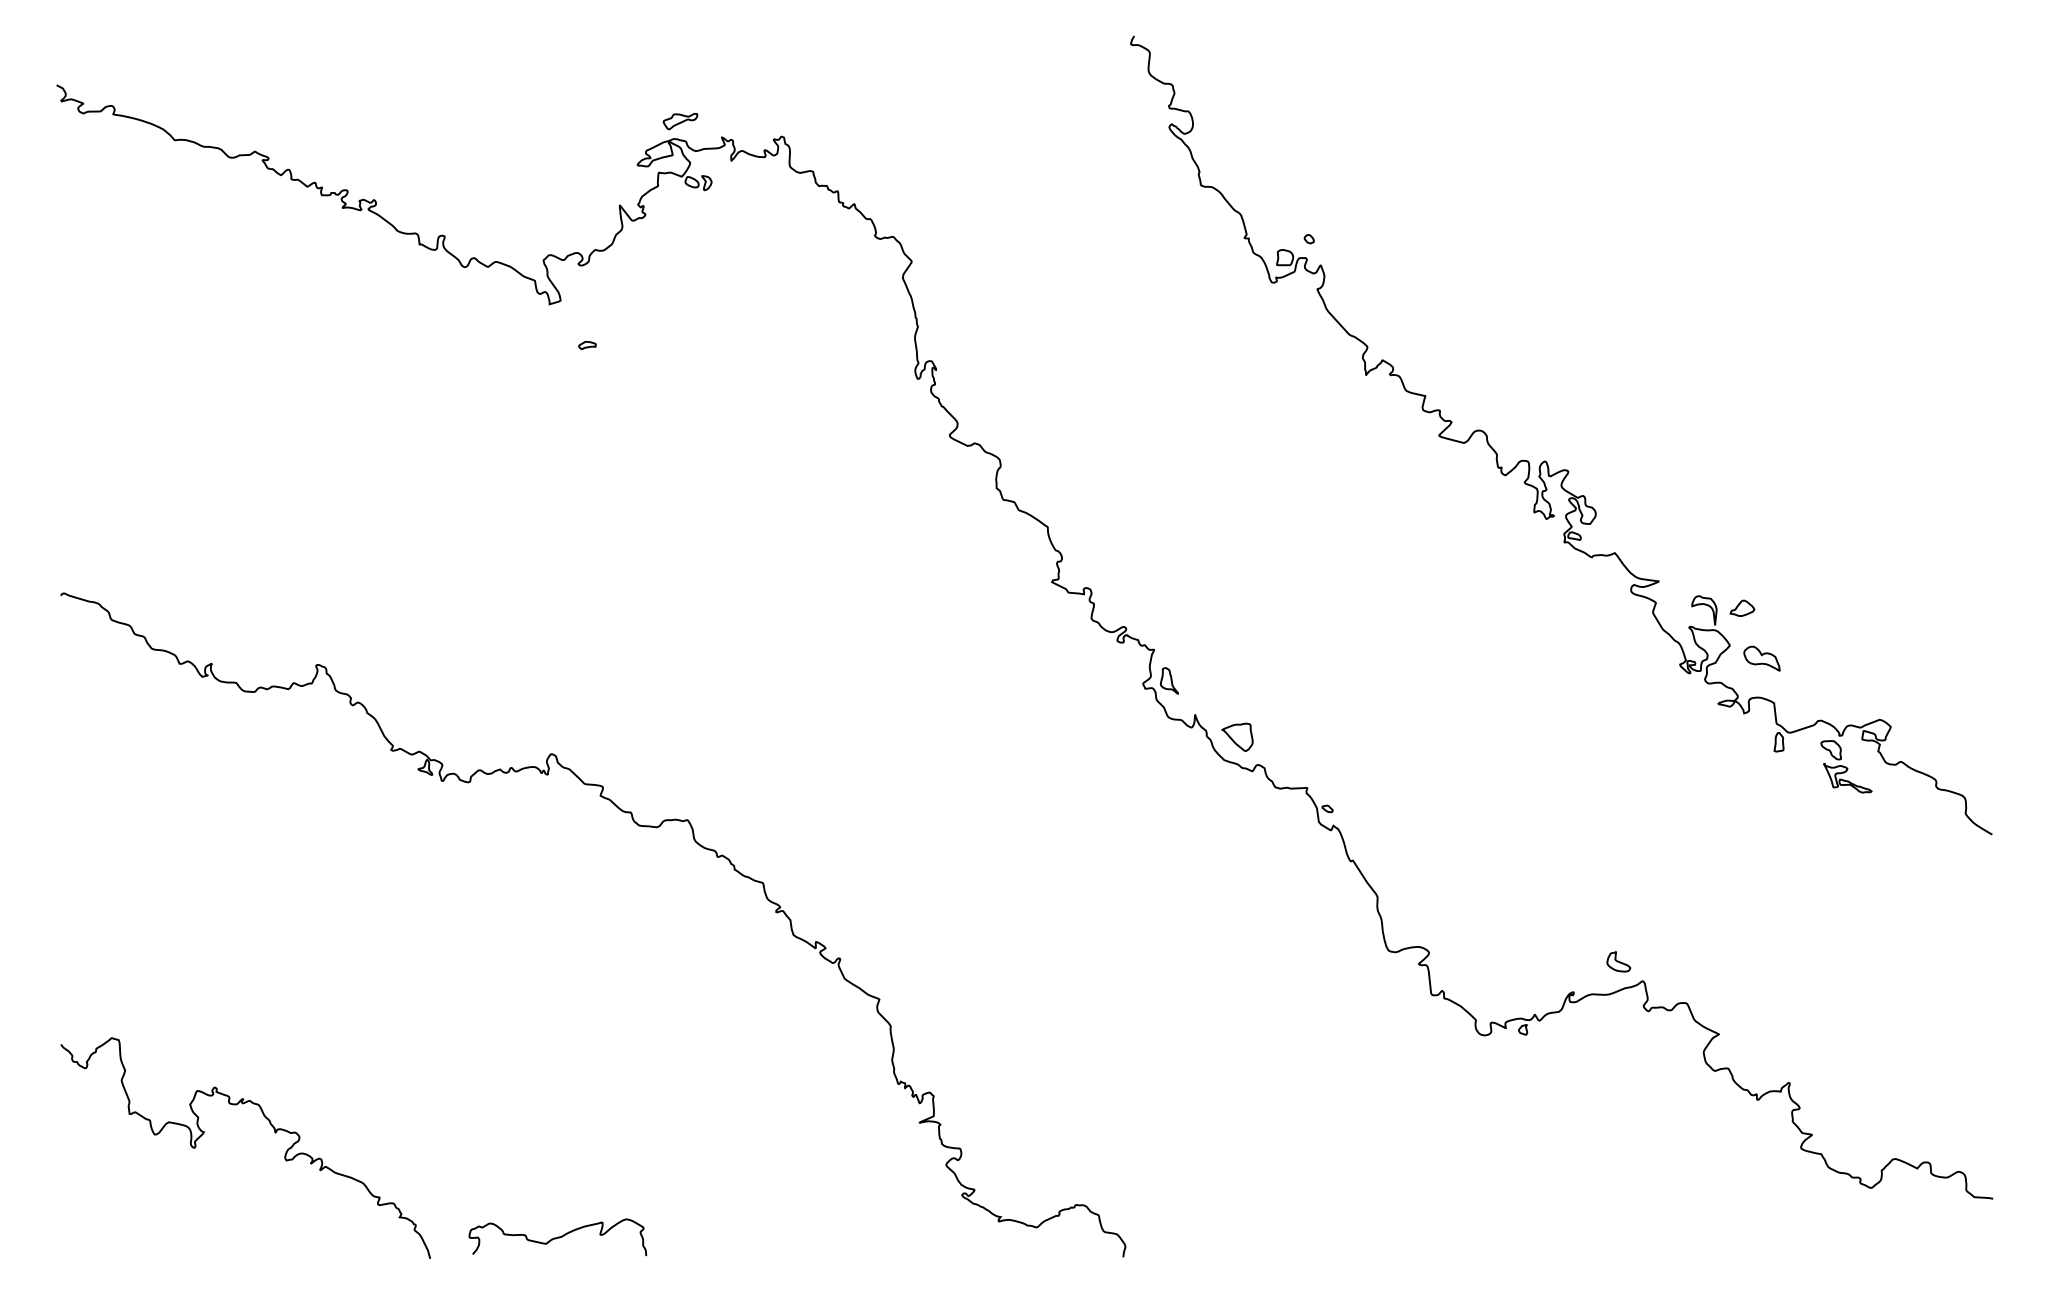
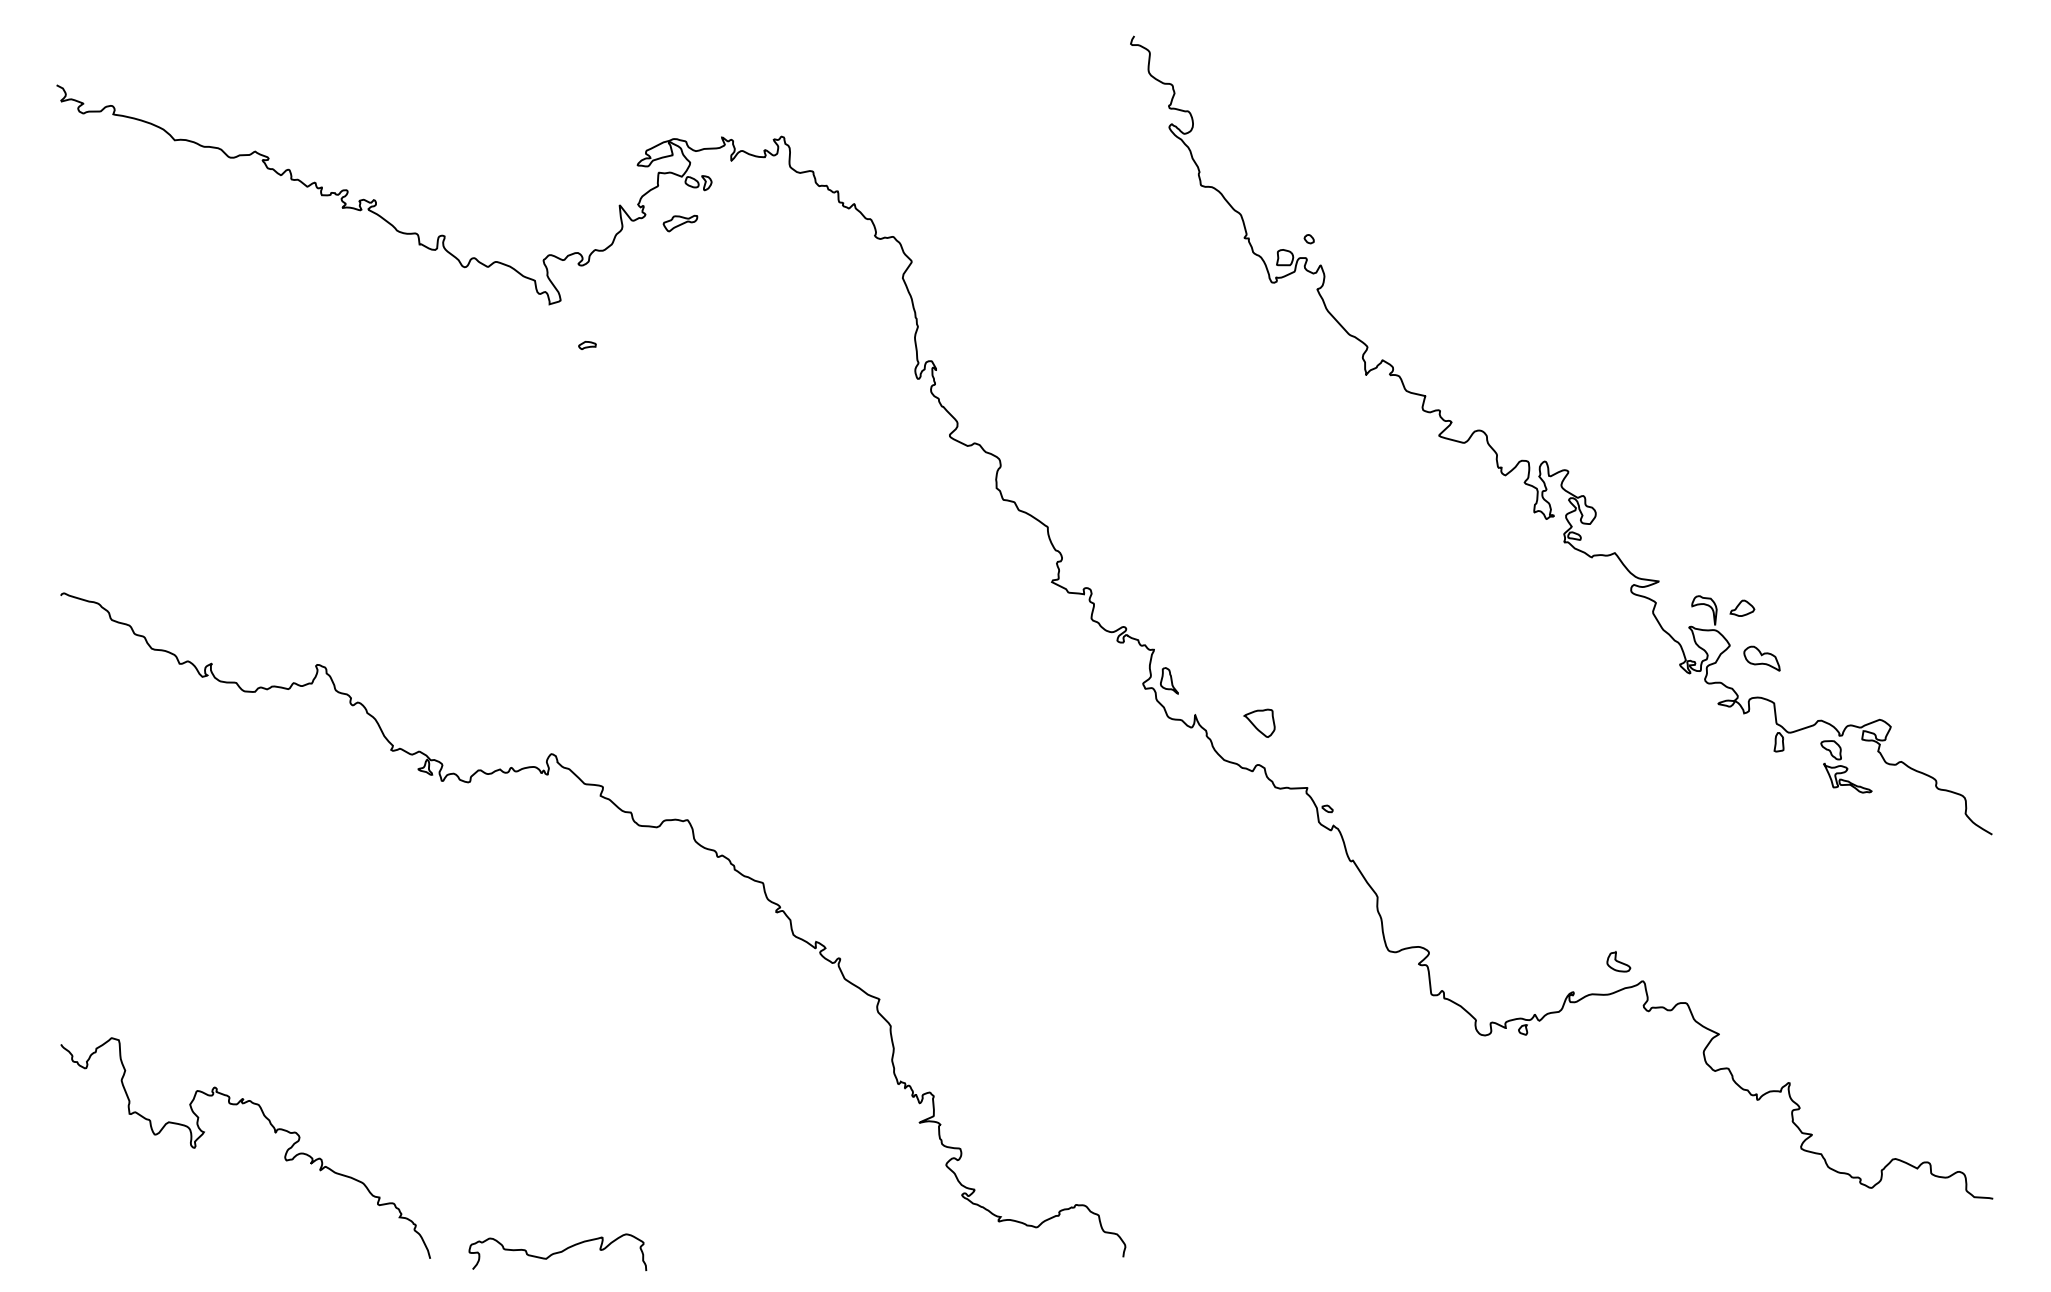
part at (680, 121) position: (680, 121) -> (680, 223)
part at (1237, 736) position: (1237, 736) -> (1259, 722)
curve at (557, 1236) position: (557, 1236) -> (557, 1251)
